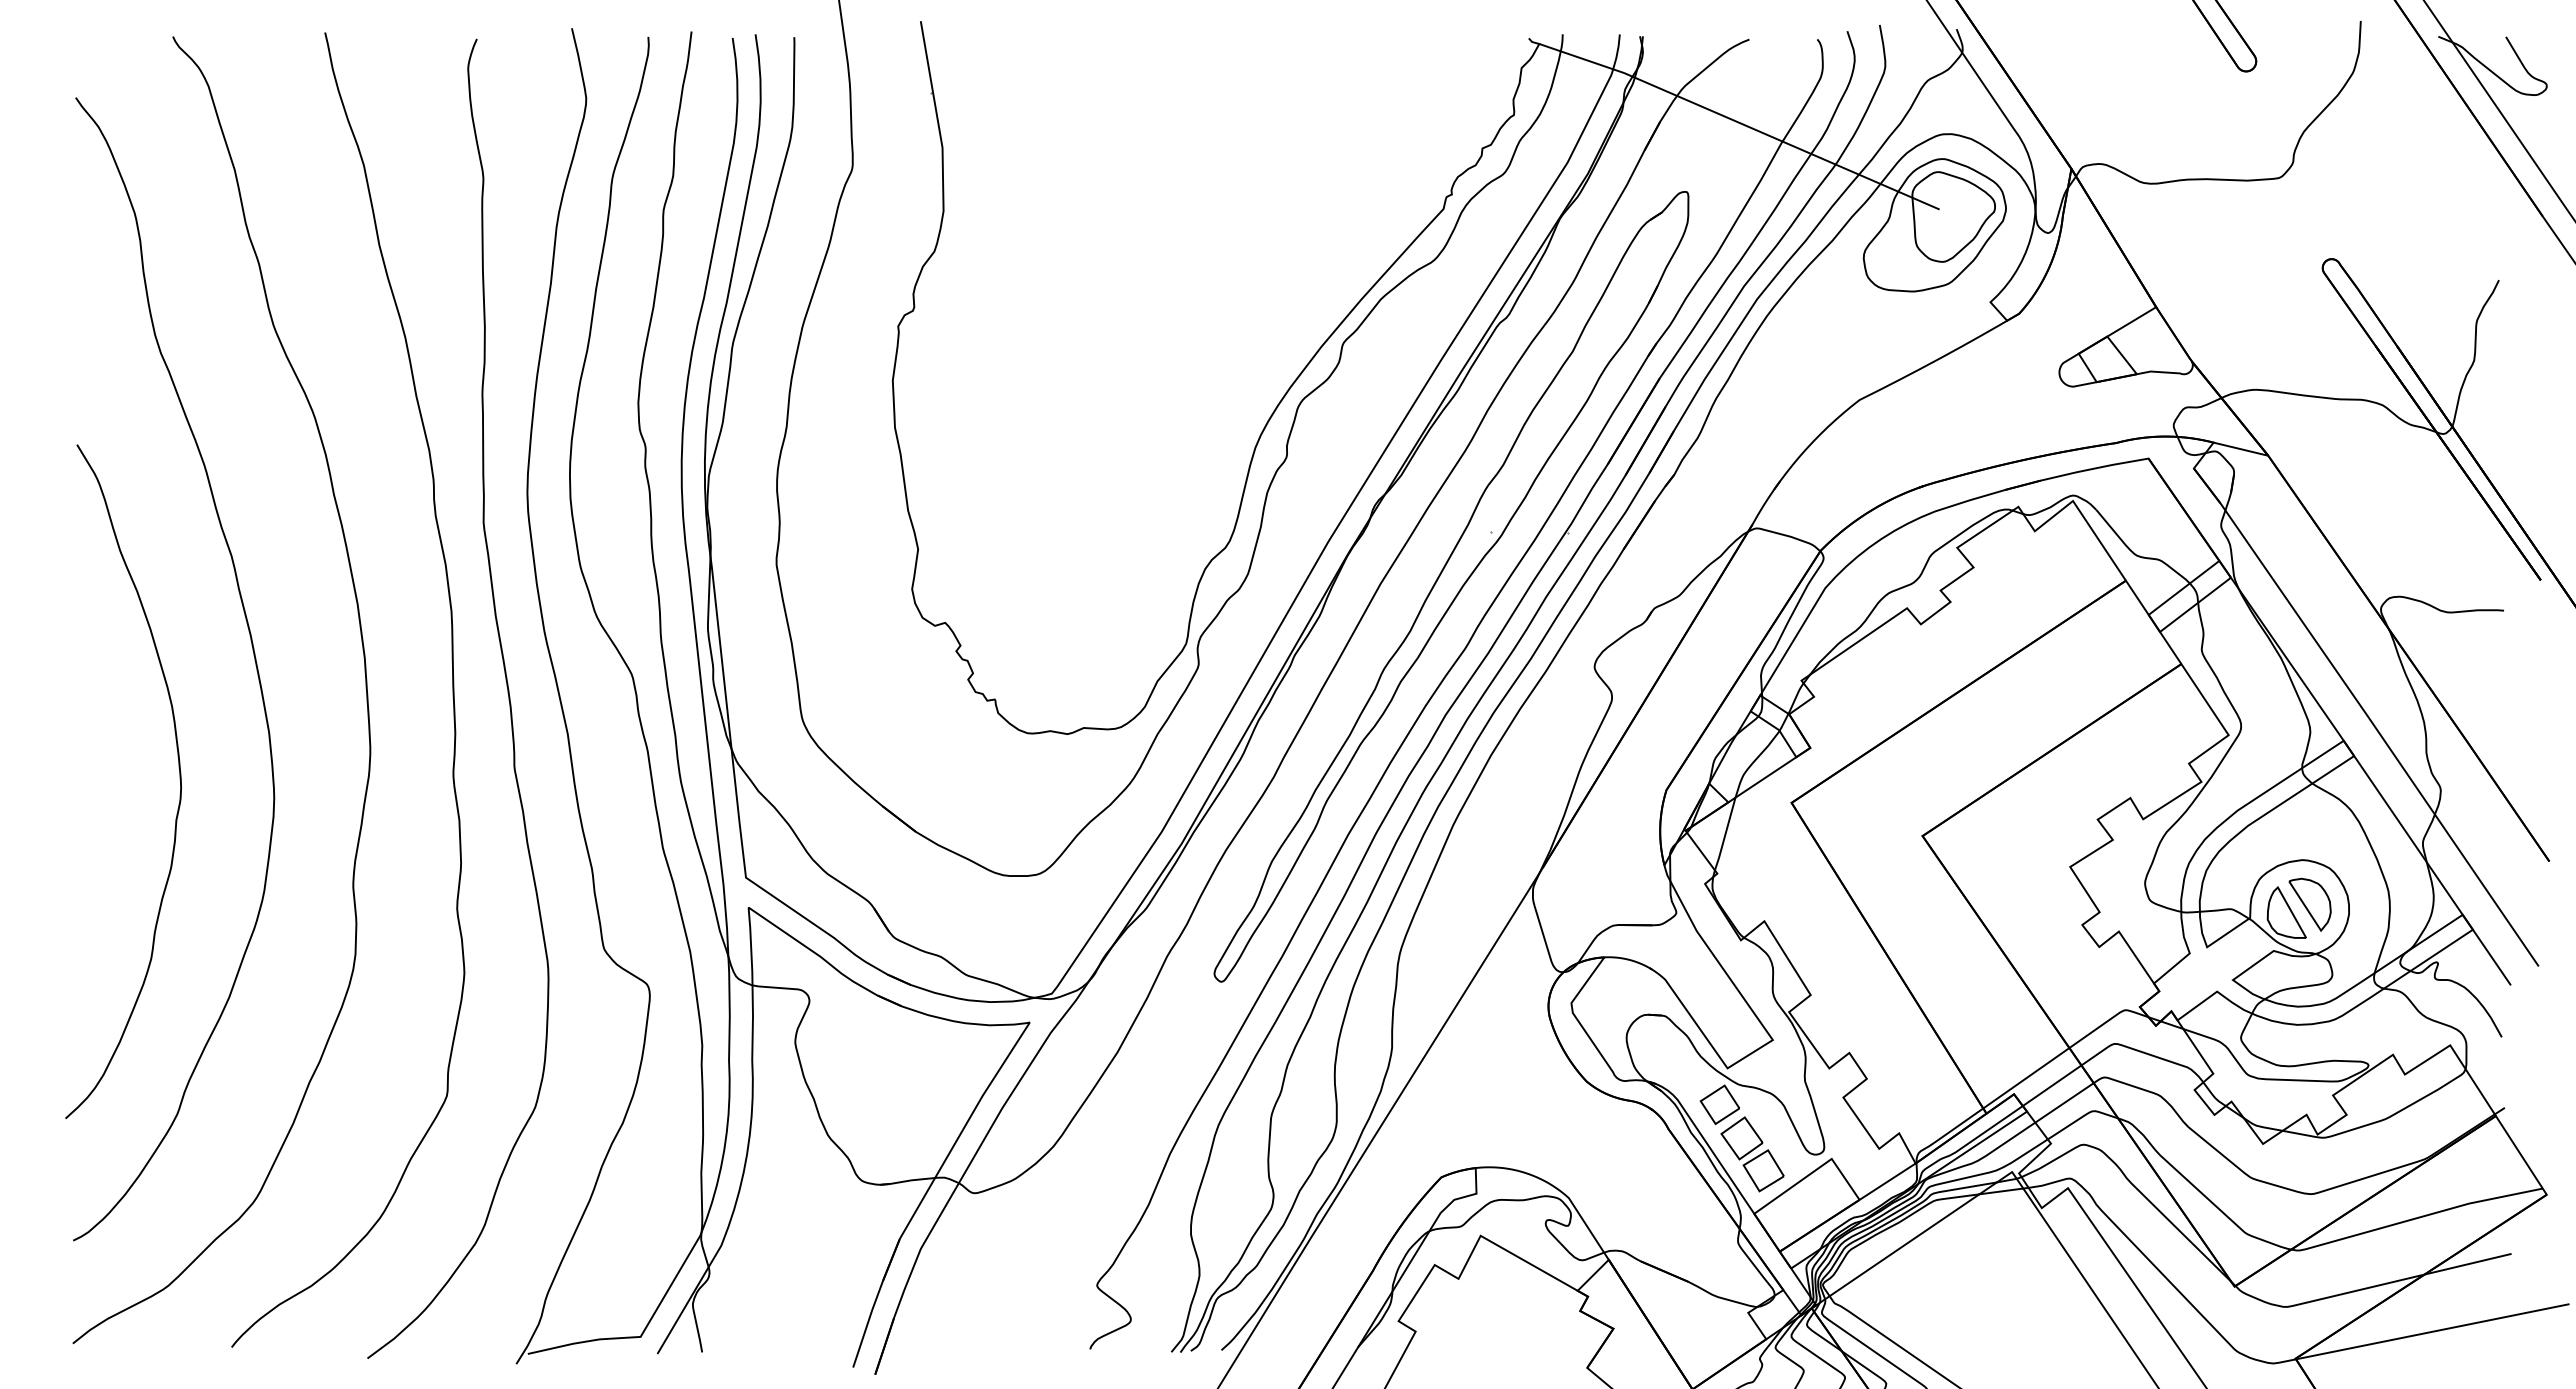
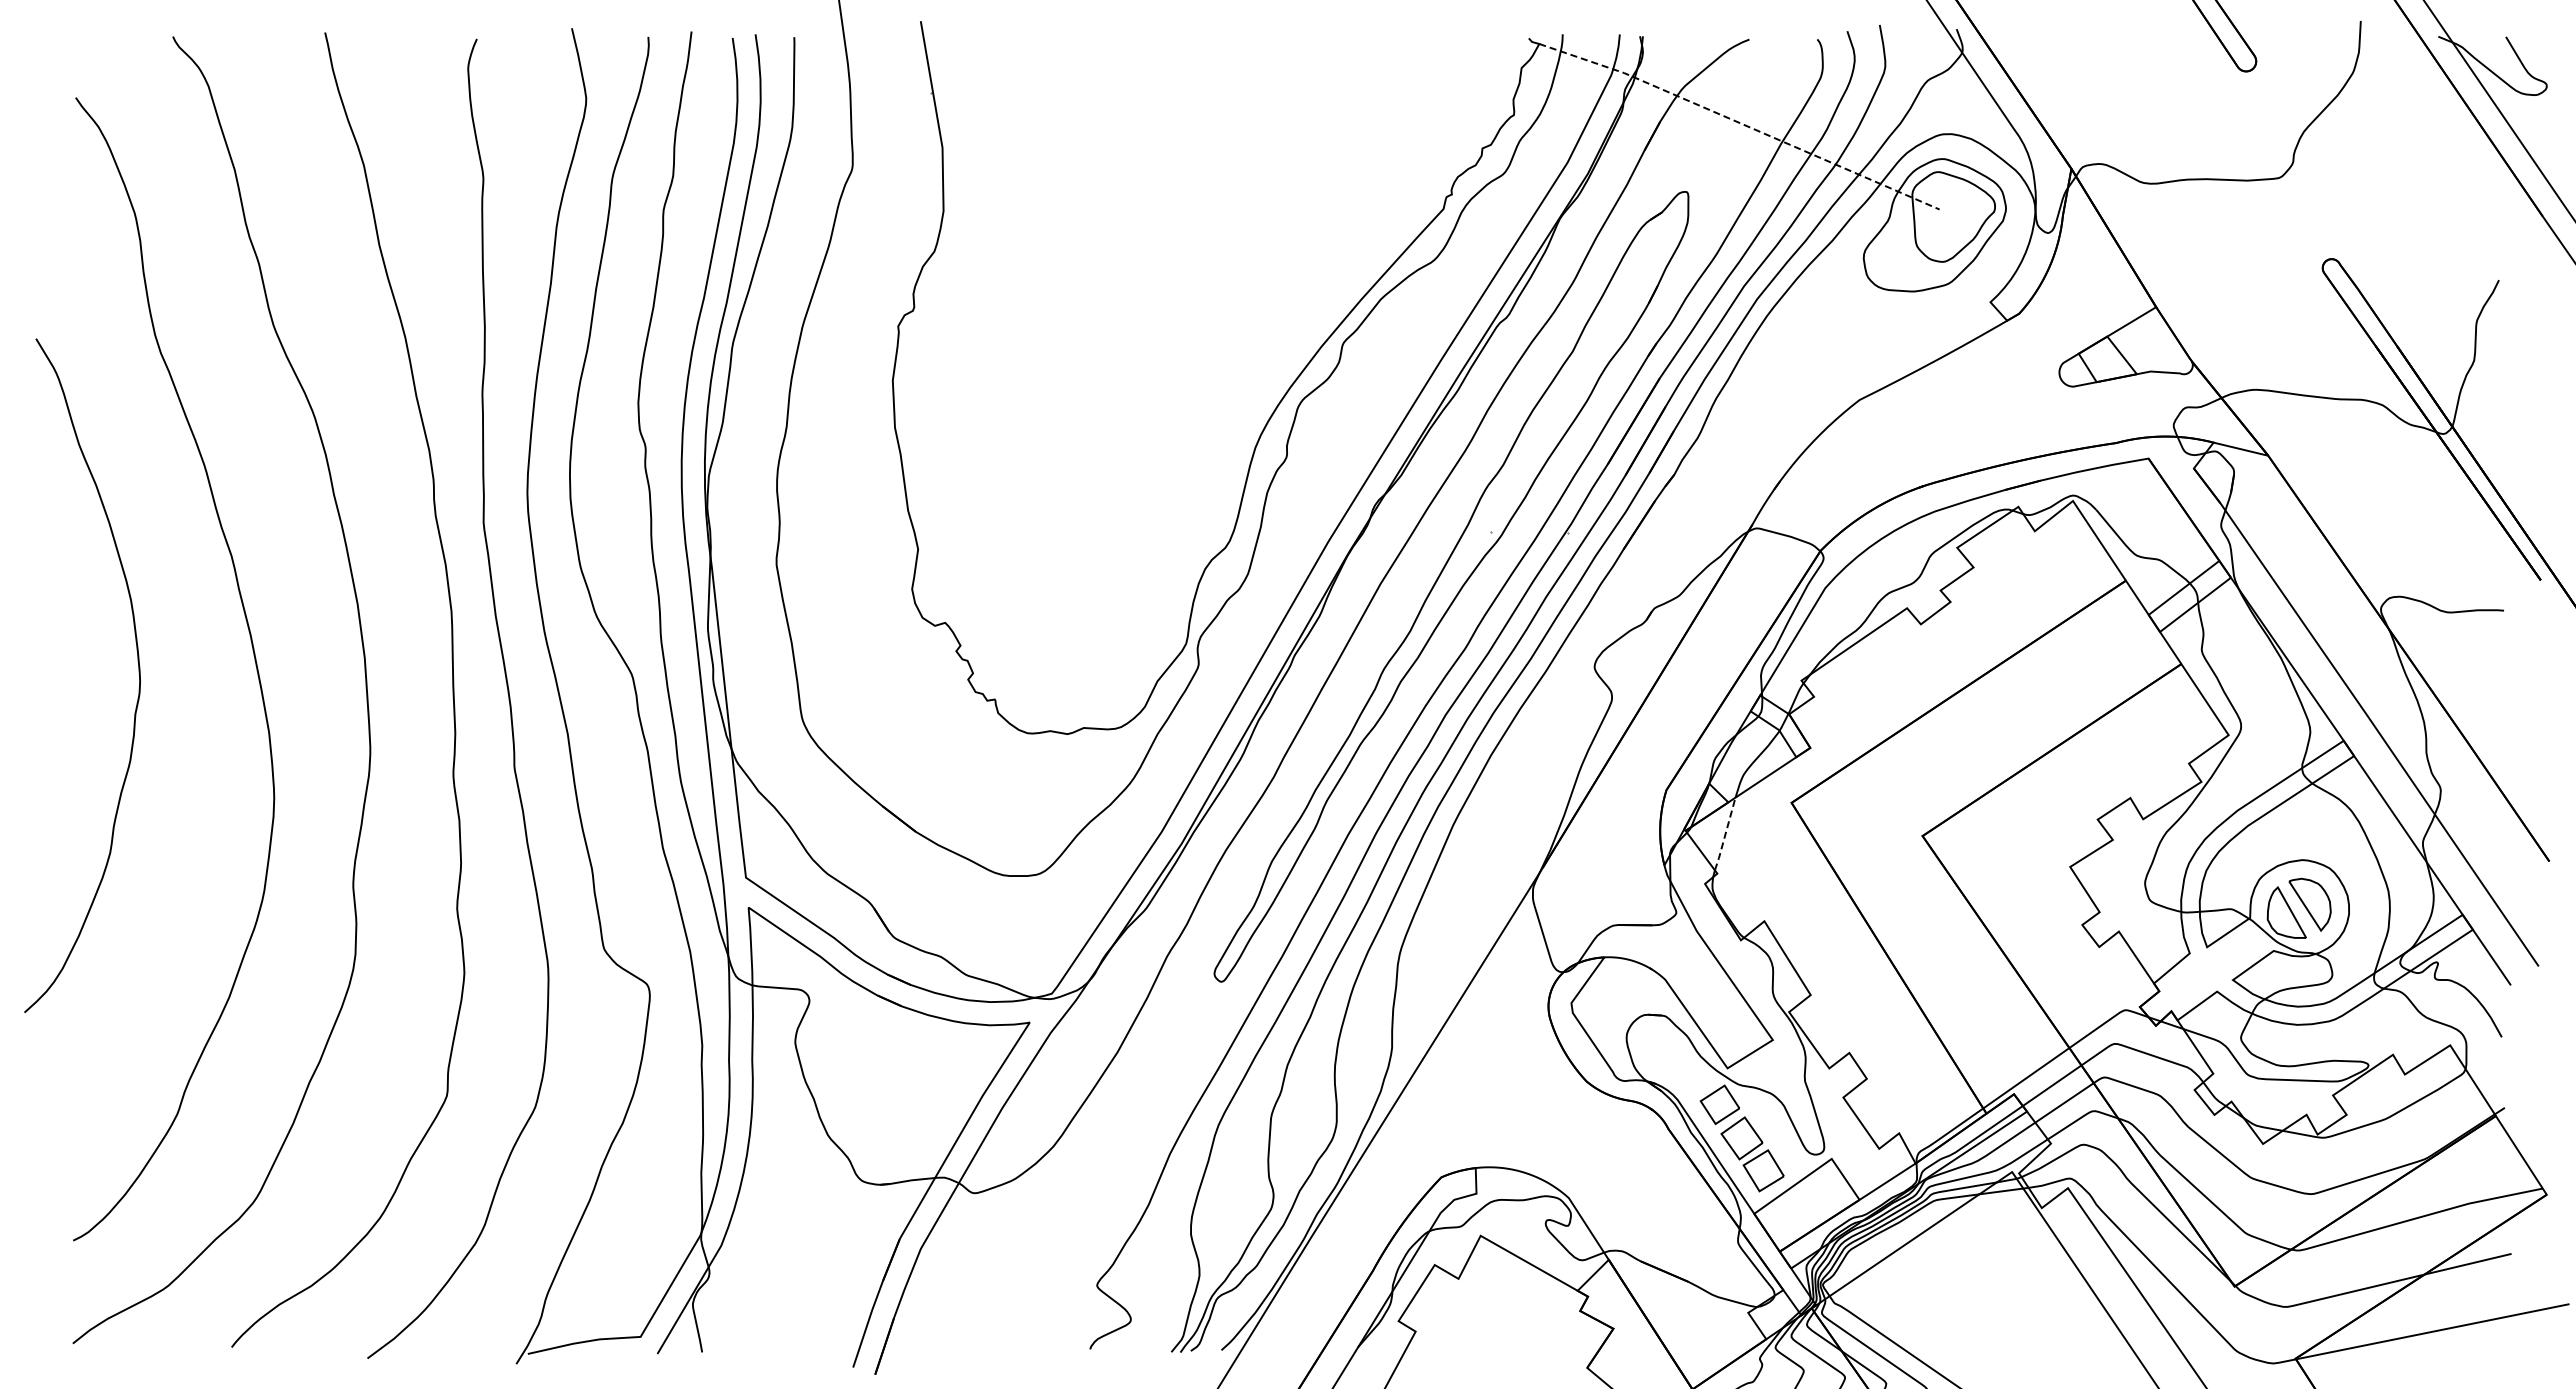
line at (1740, 123): solid -> dashed
curve at (179, 779) position: (179, 779) -> (138, 673)
line at (1725, 834): solid -> dashed
